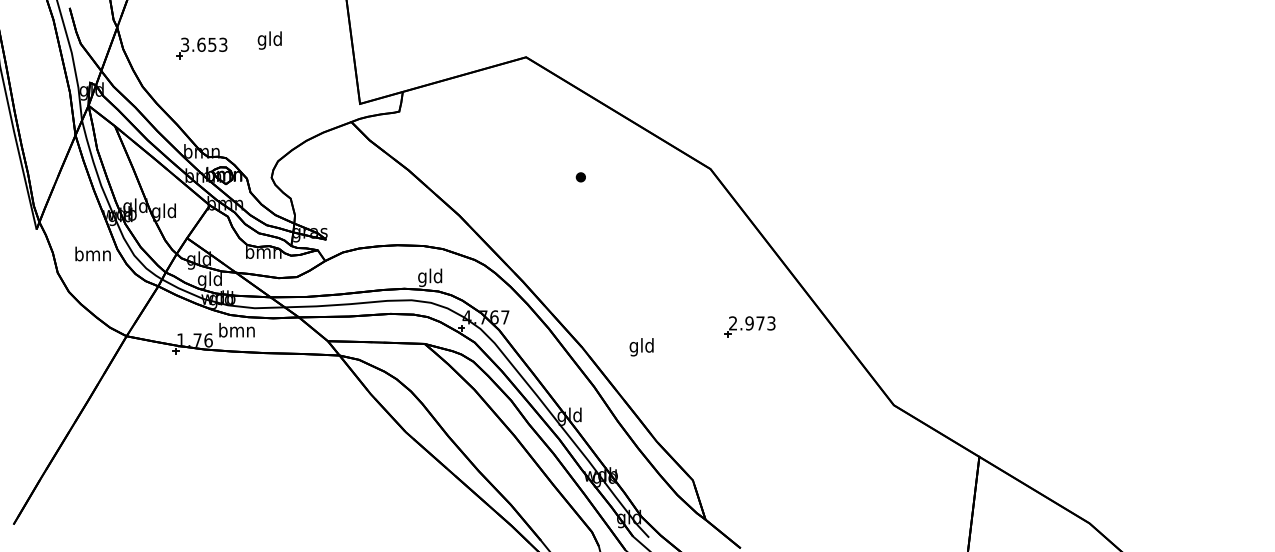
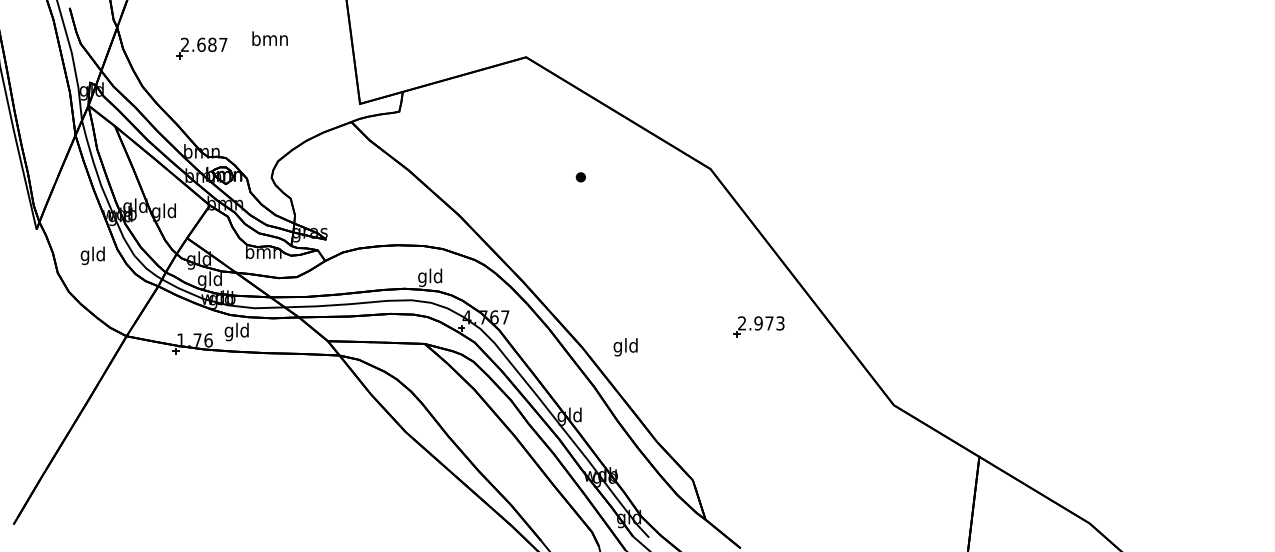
text at (269, 40): gld -> bmn
text at (204, 44): 3.653 -> 2.687
text at (92, 255): bmn -> gld
part at (749, 326) position: (749, 326) -> (758, 326)
text at (236, 331): bmn -> gld
text at (641, 347) position: (641, 347) -> (625, 347)
